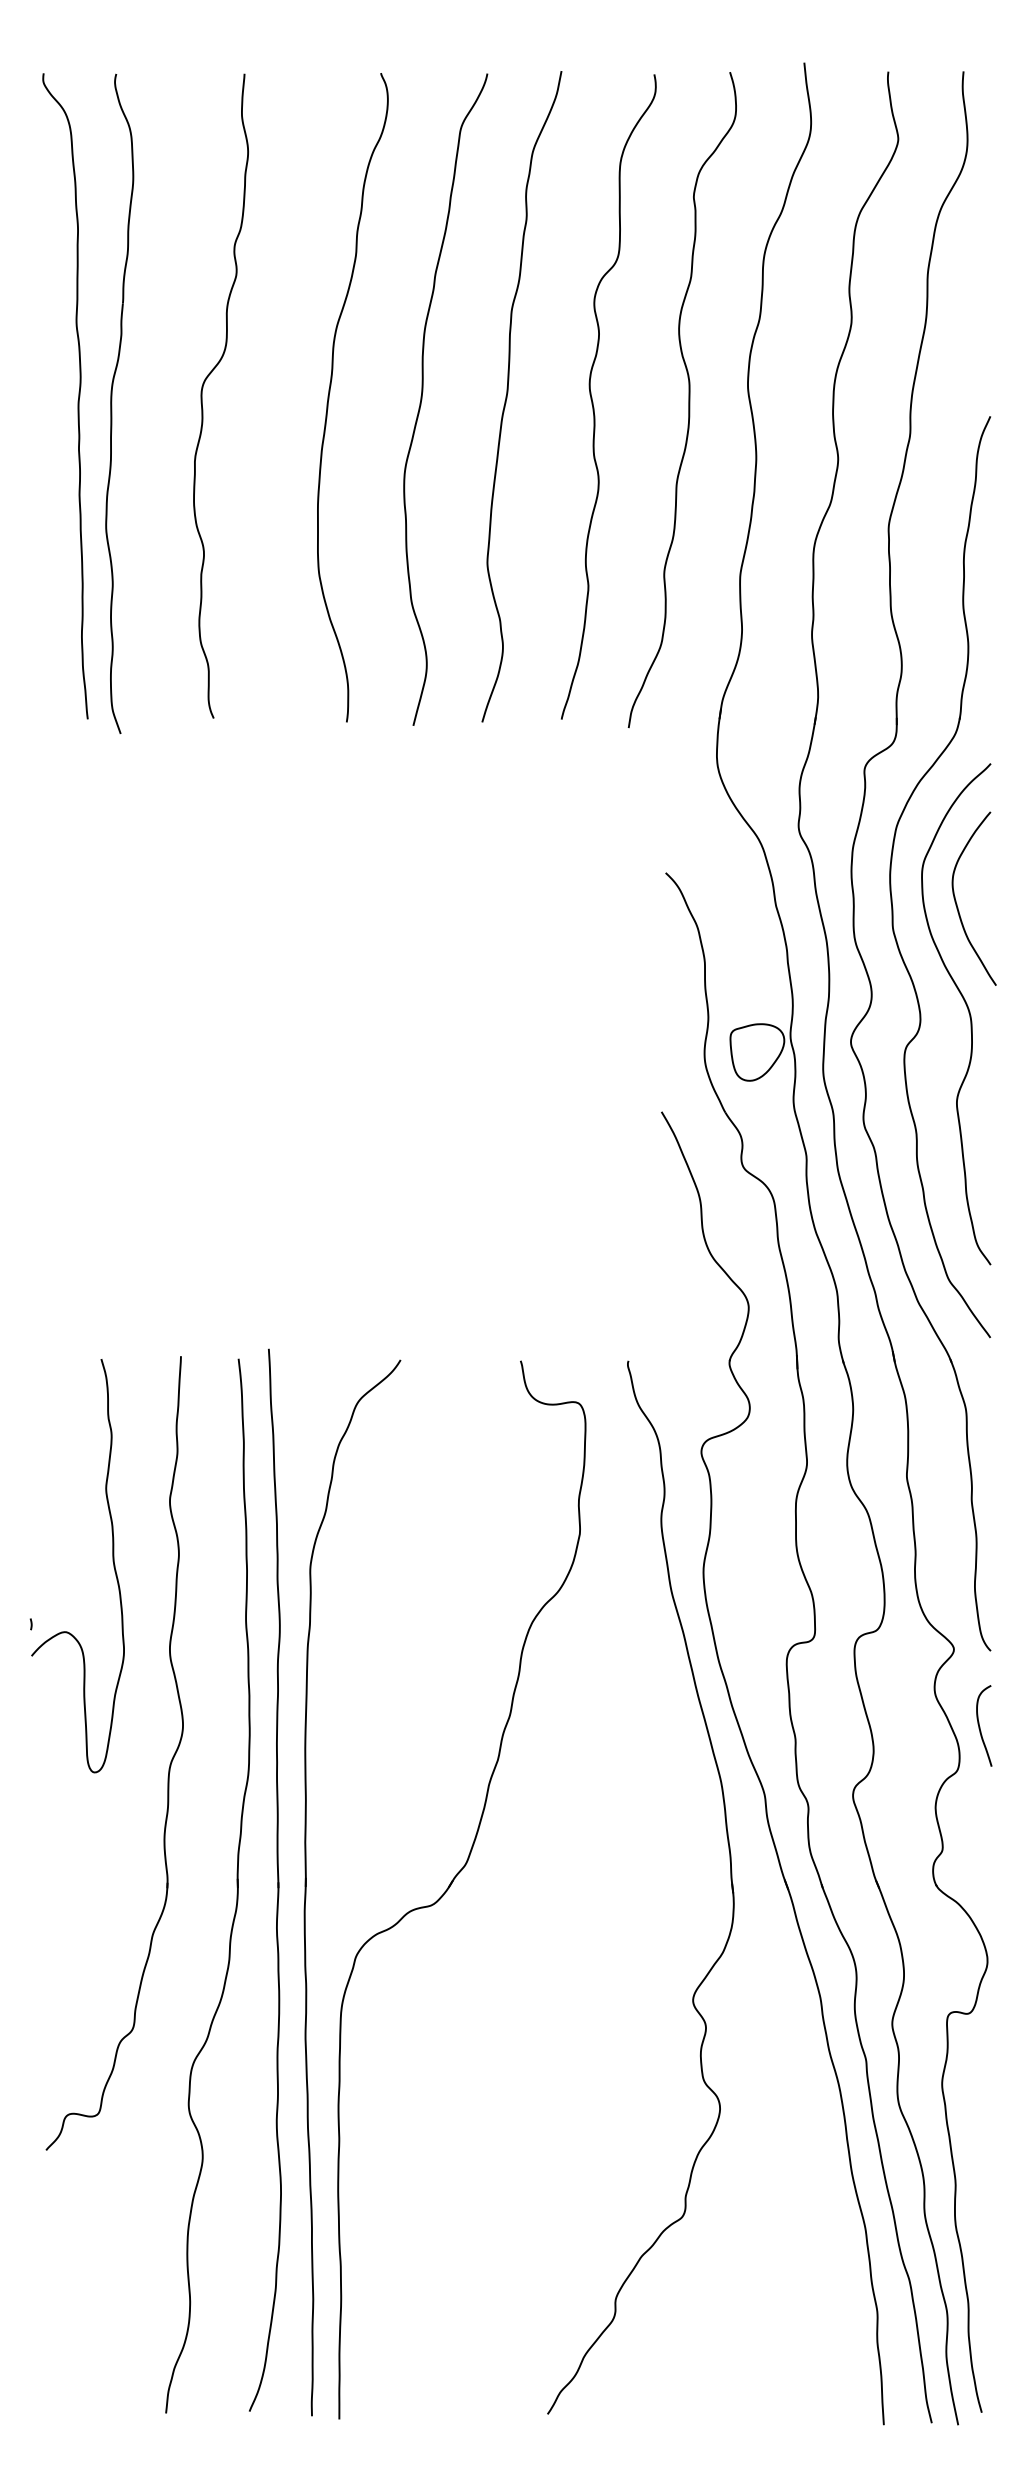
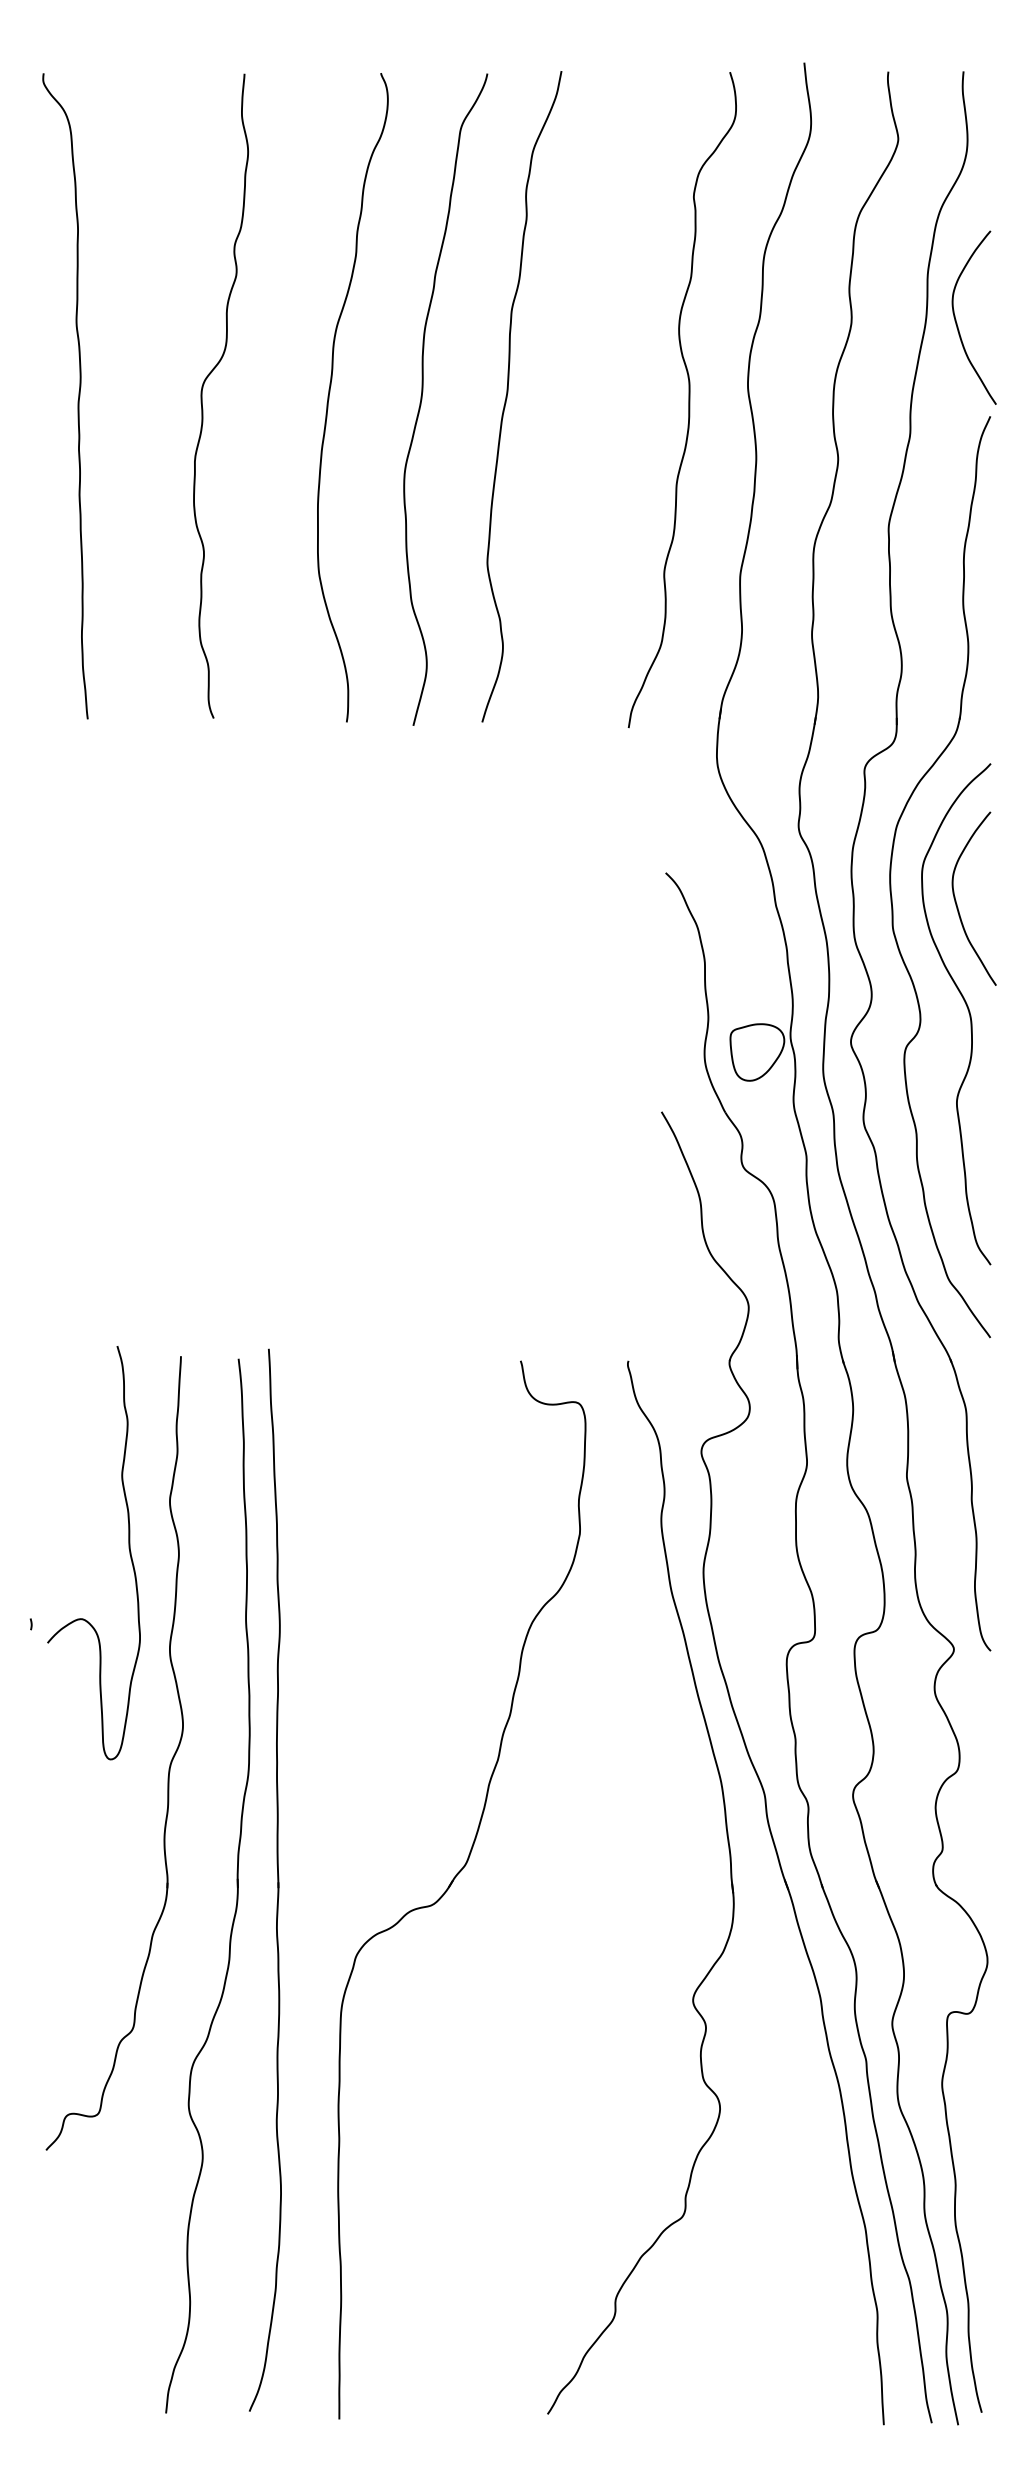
curve at (957, 323): none -> present
curve at (593, 401): present -> none
part at (112, 403): present -> none
curve at (112, 1561) position: (112, 1561) -> (128, 1548)
curve at (980, 1726): present -> none
part at (306, 1887): present -> none
